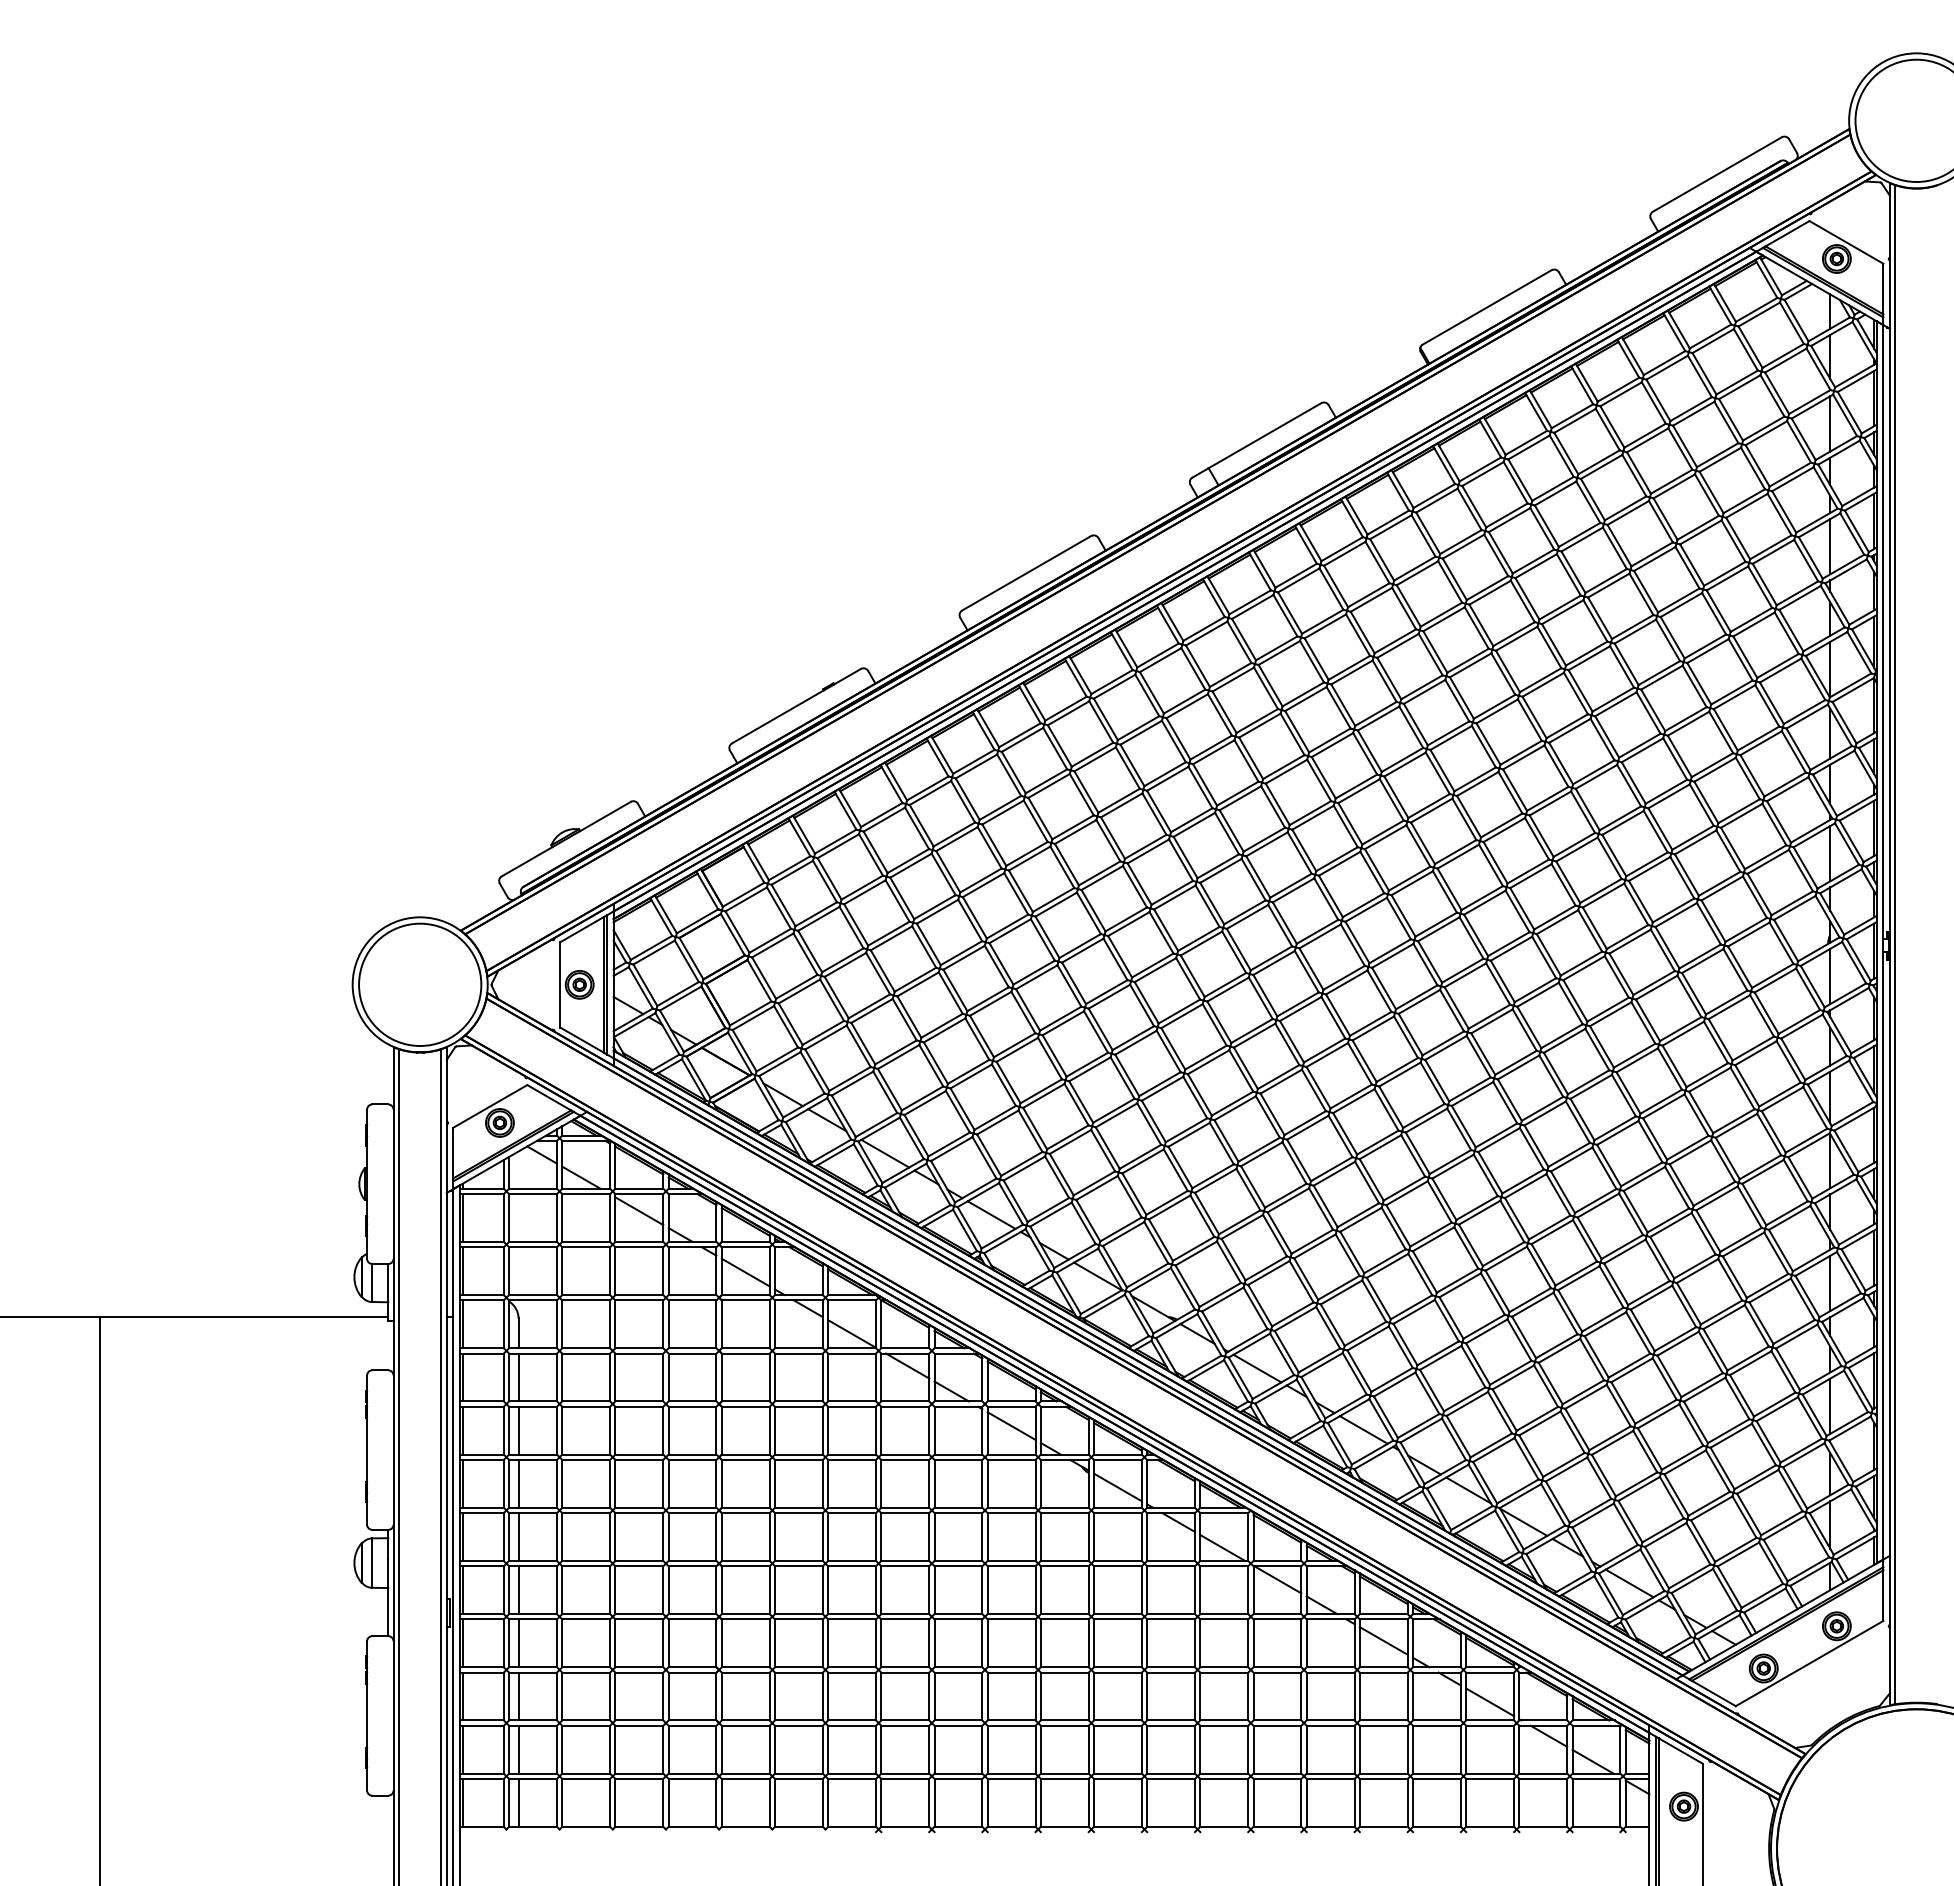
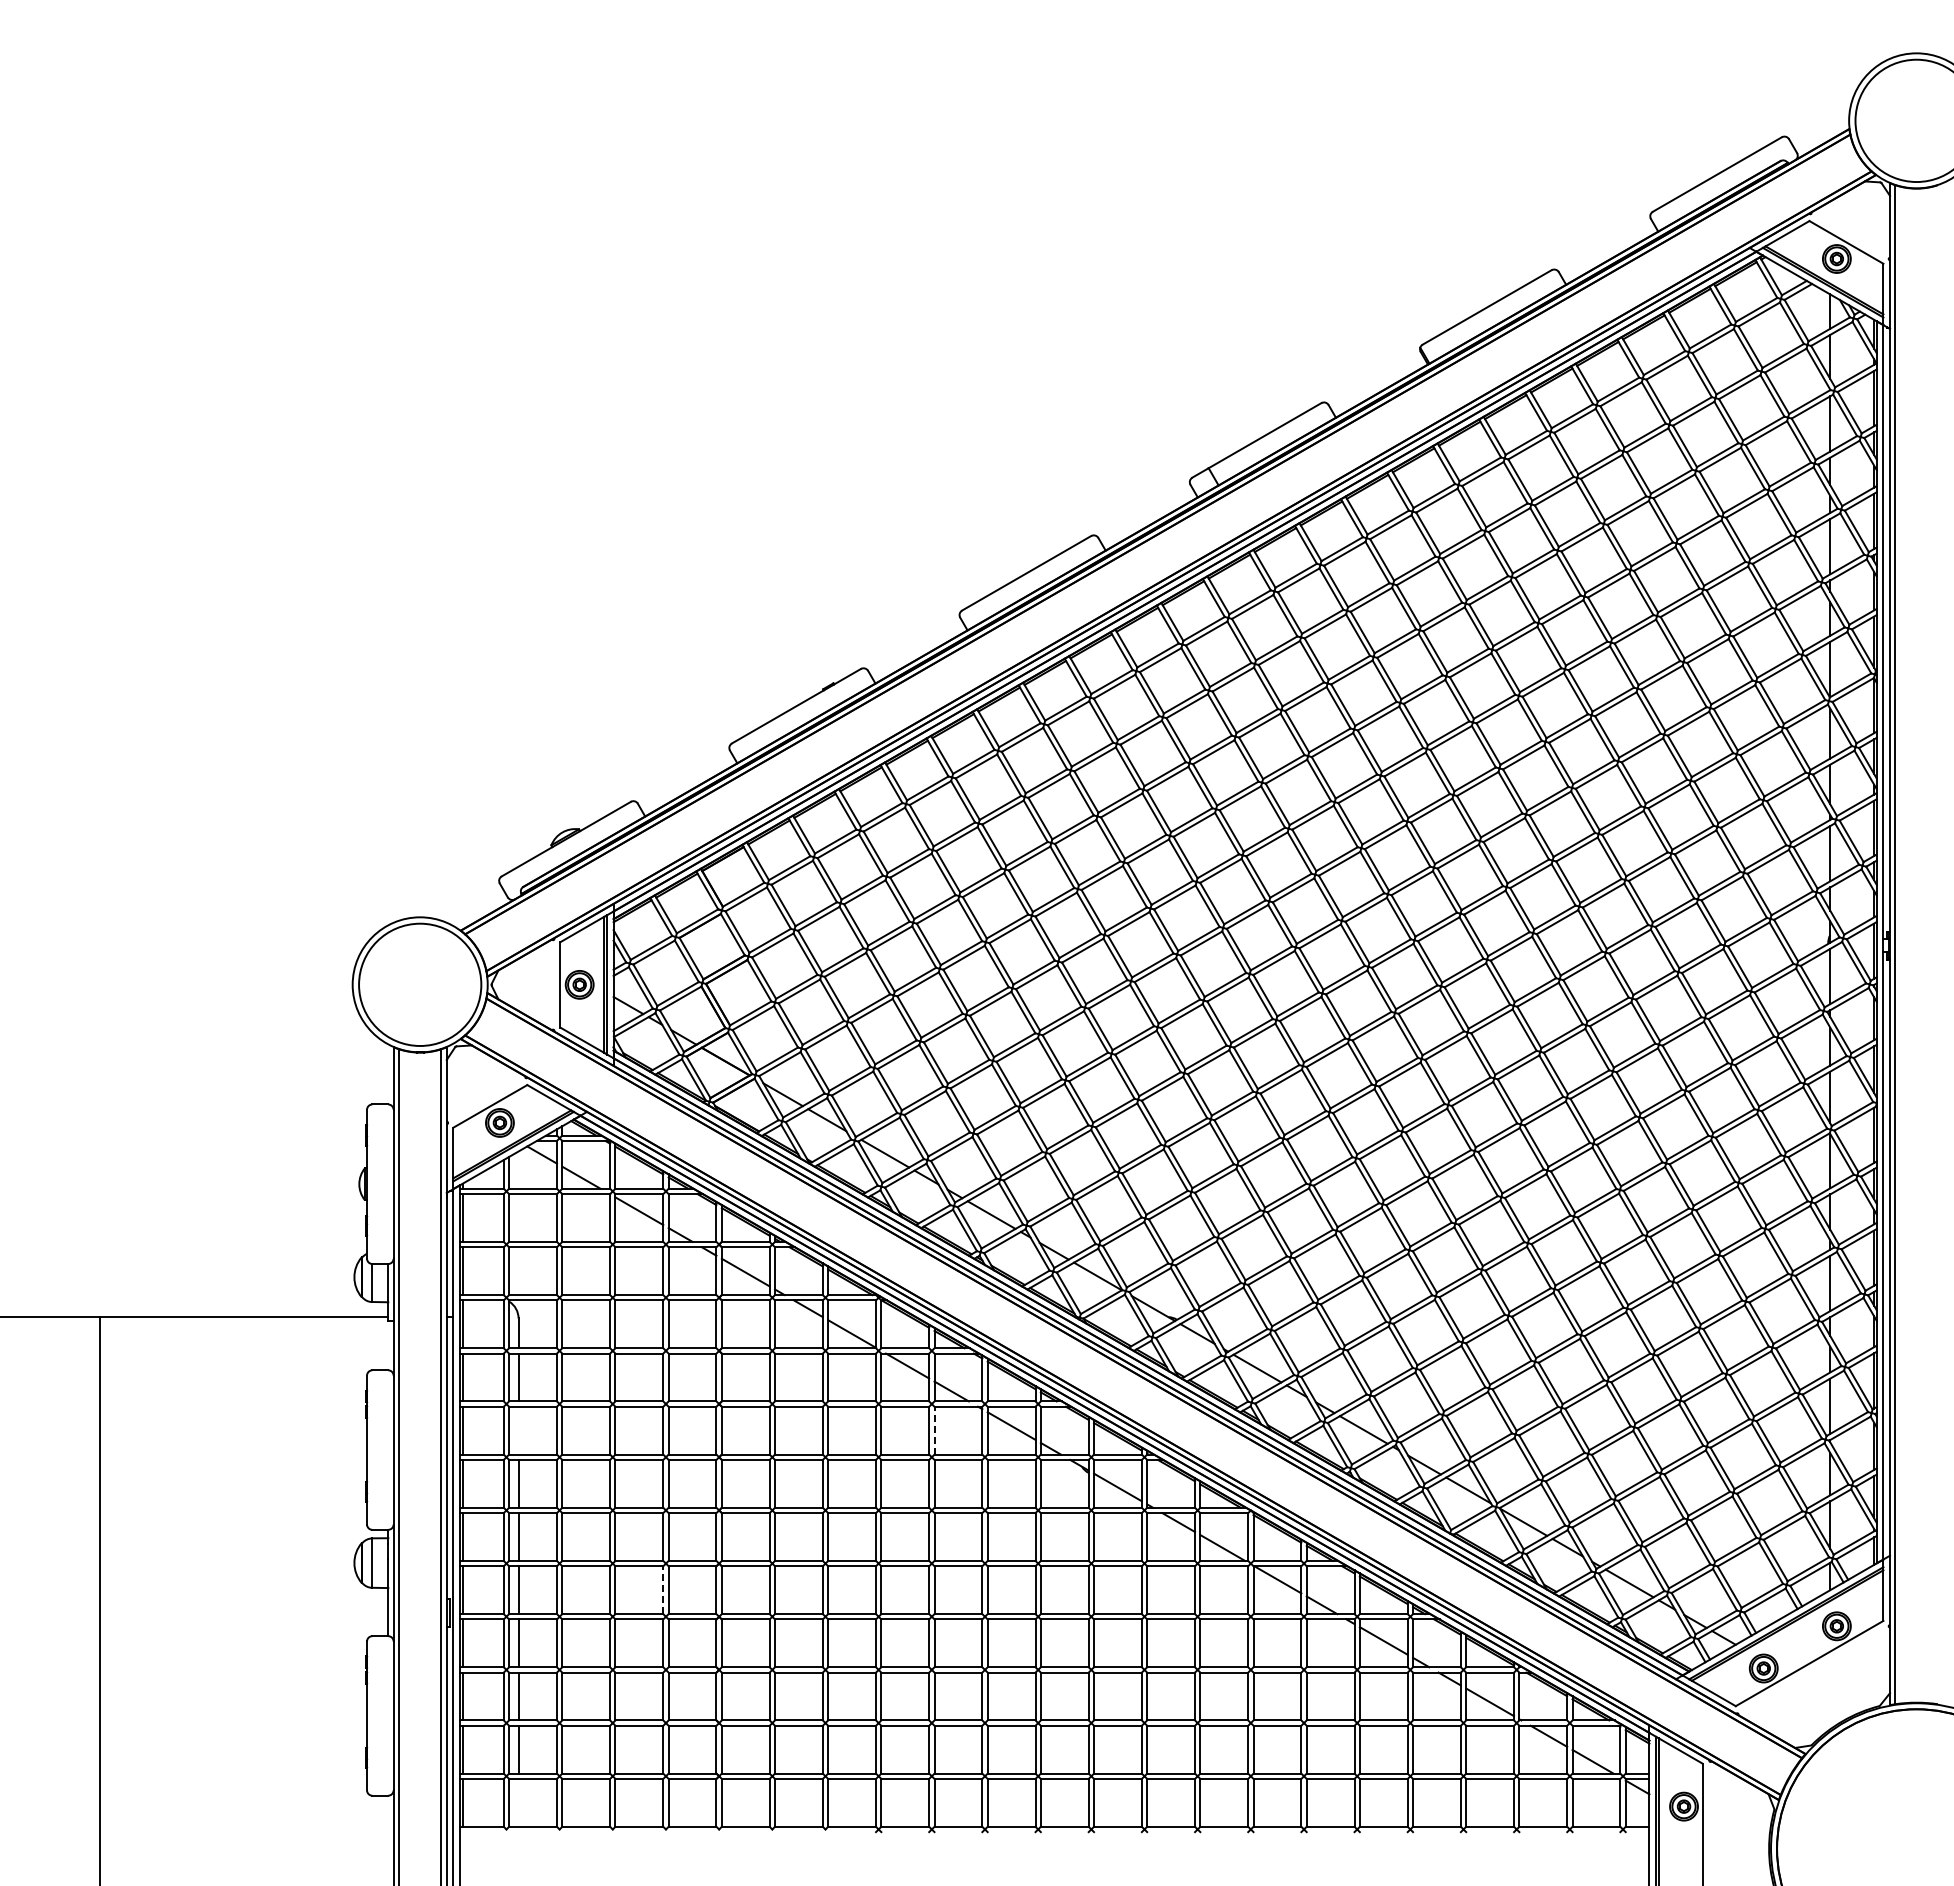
line at (518, 1430): present -> none
line at (934, 1430): solid -> dashed
line at (663, 1590): solid -> dashed
line at (518, 1802): present -> none
